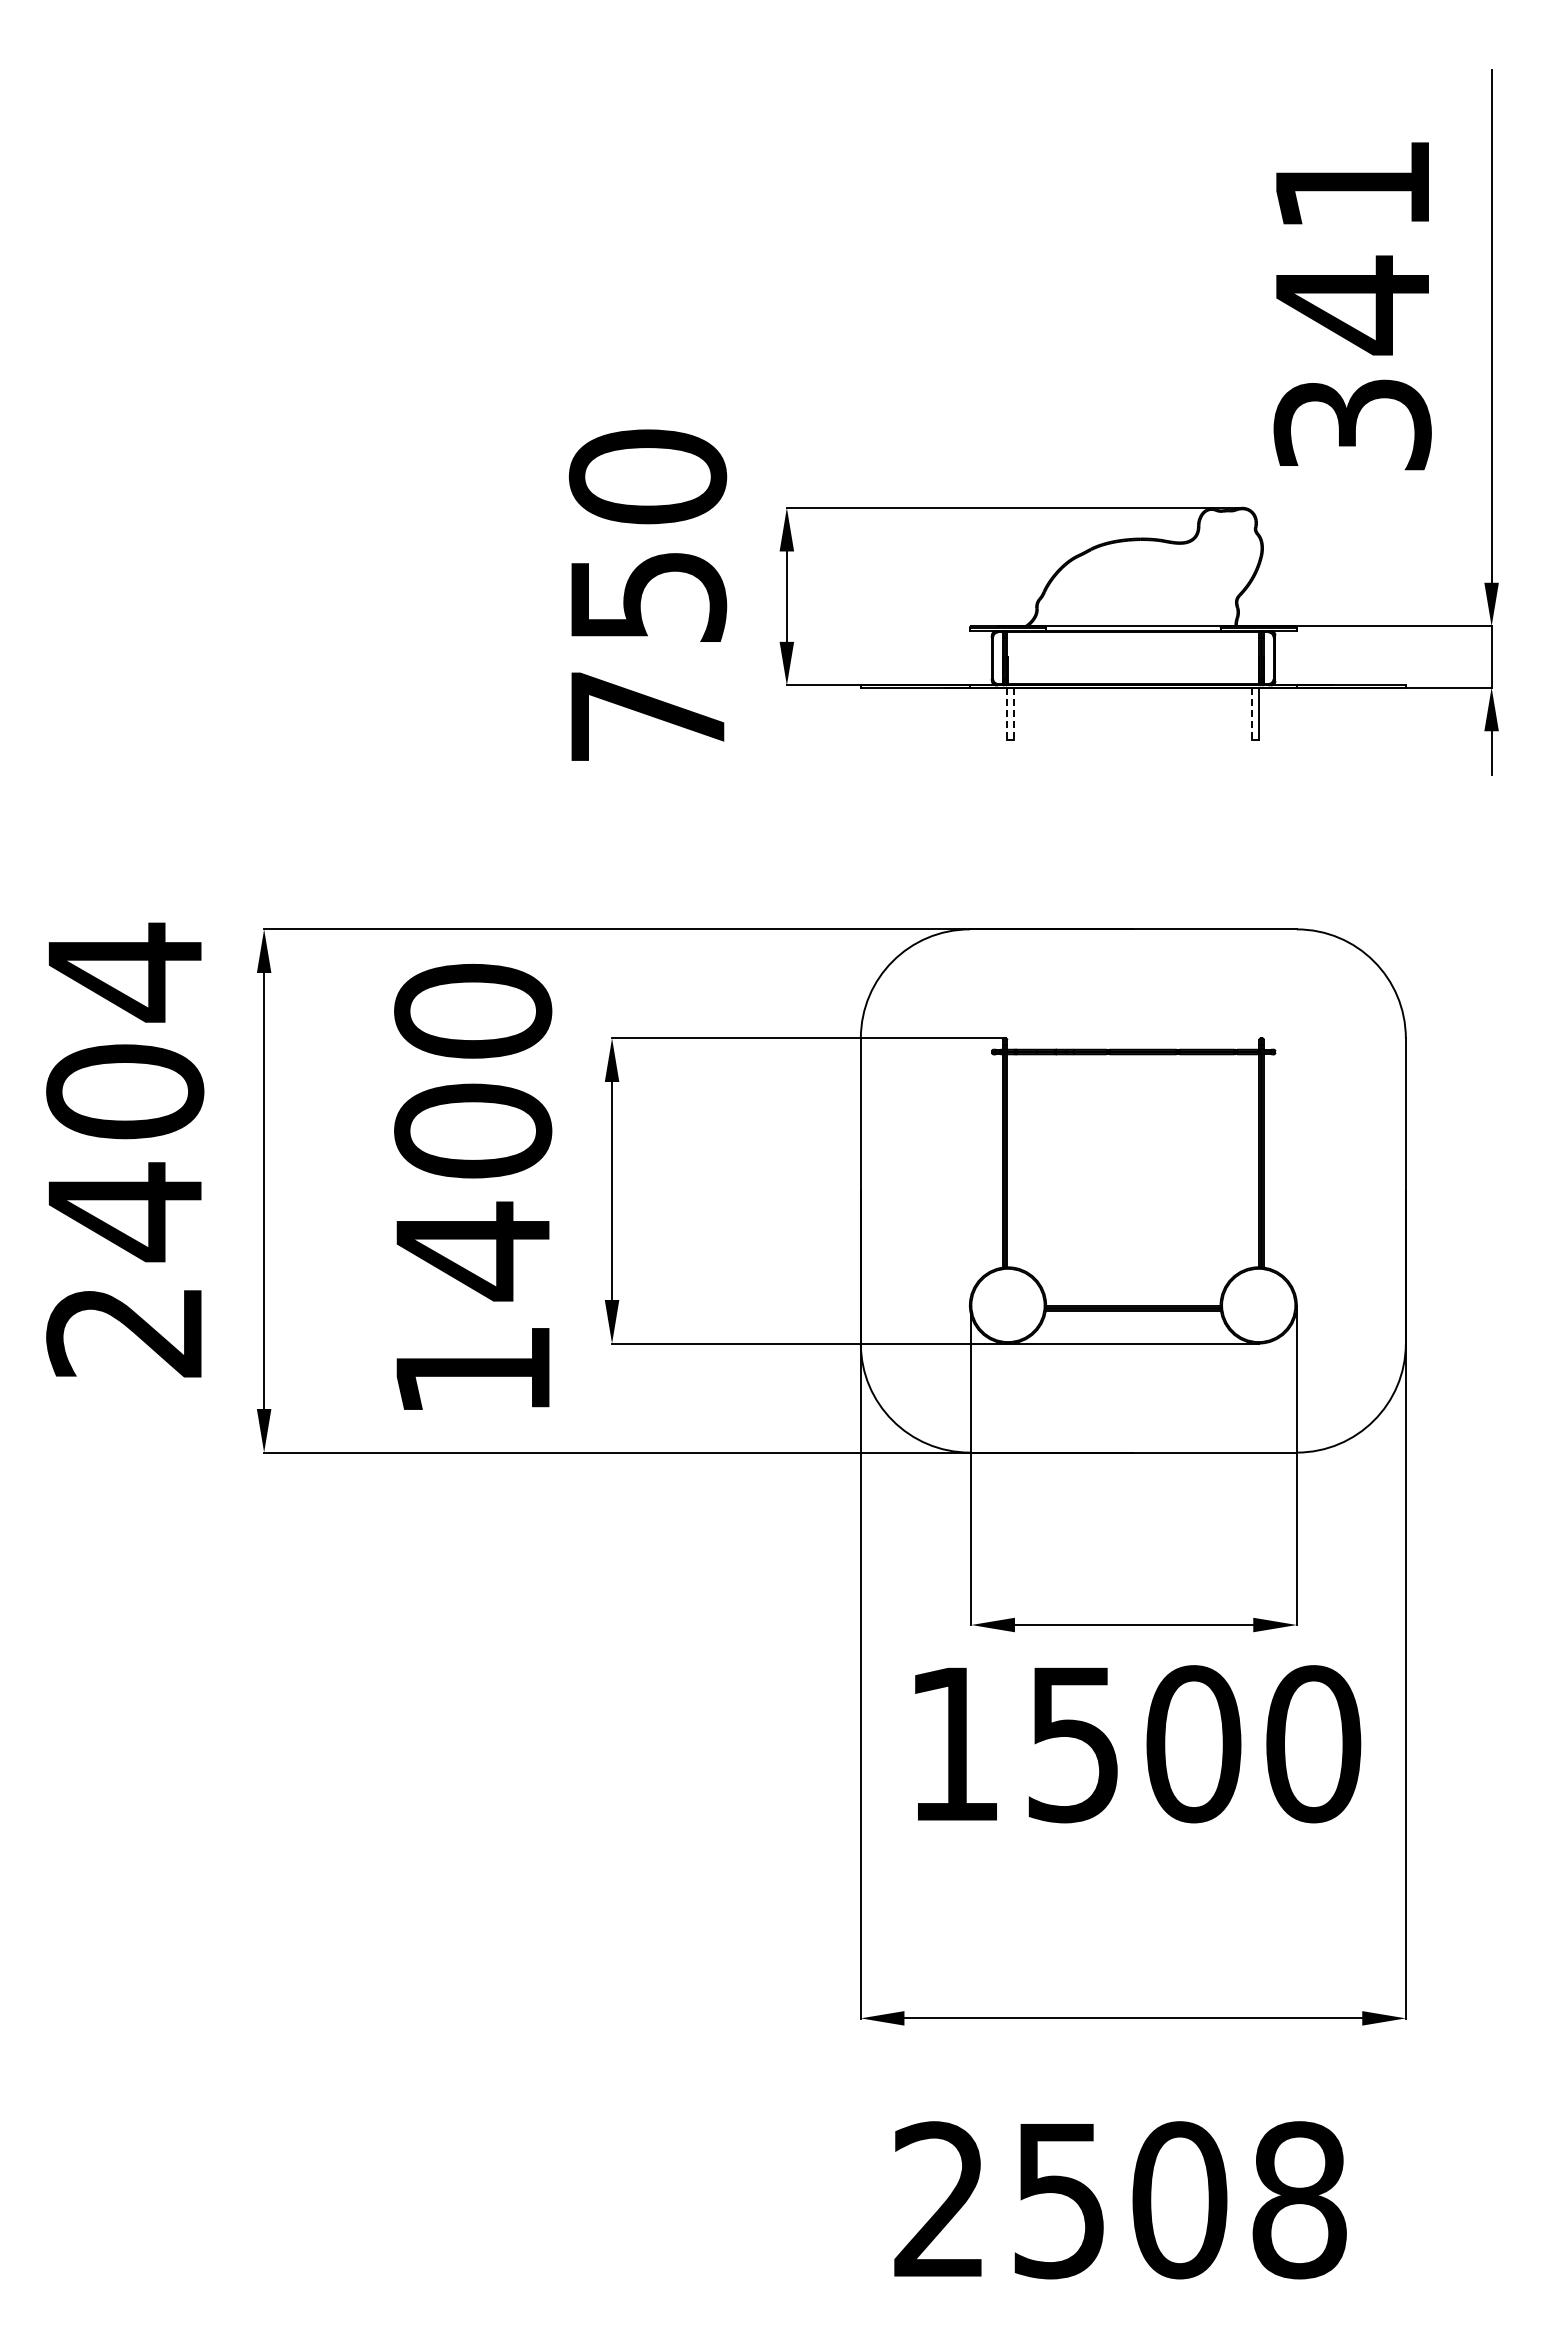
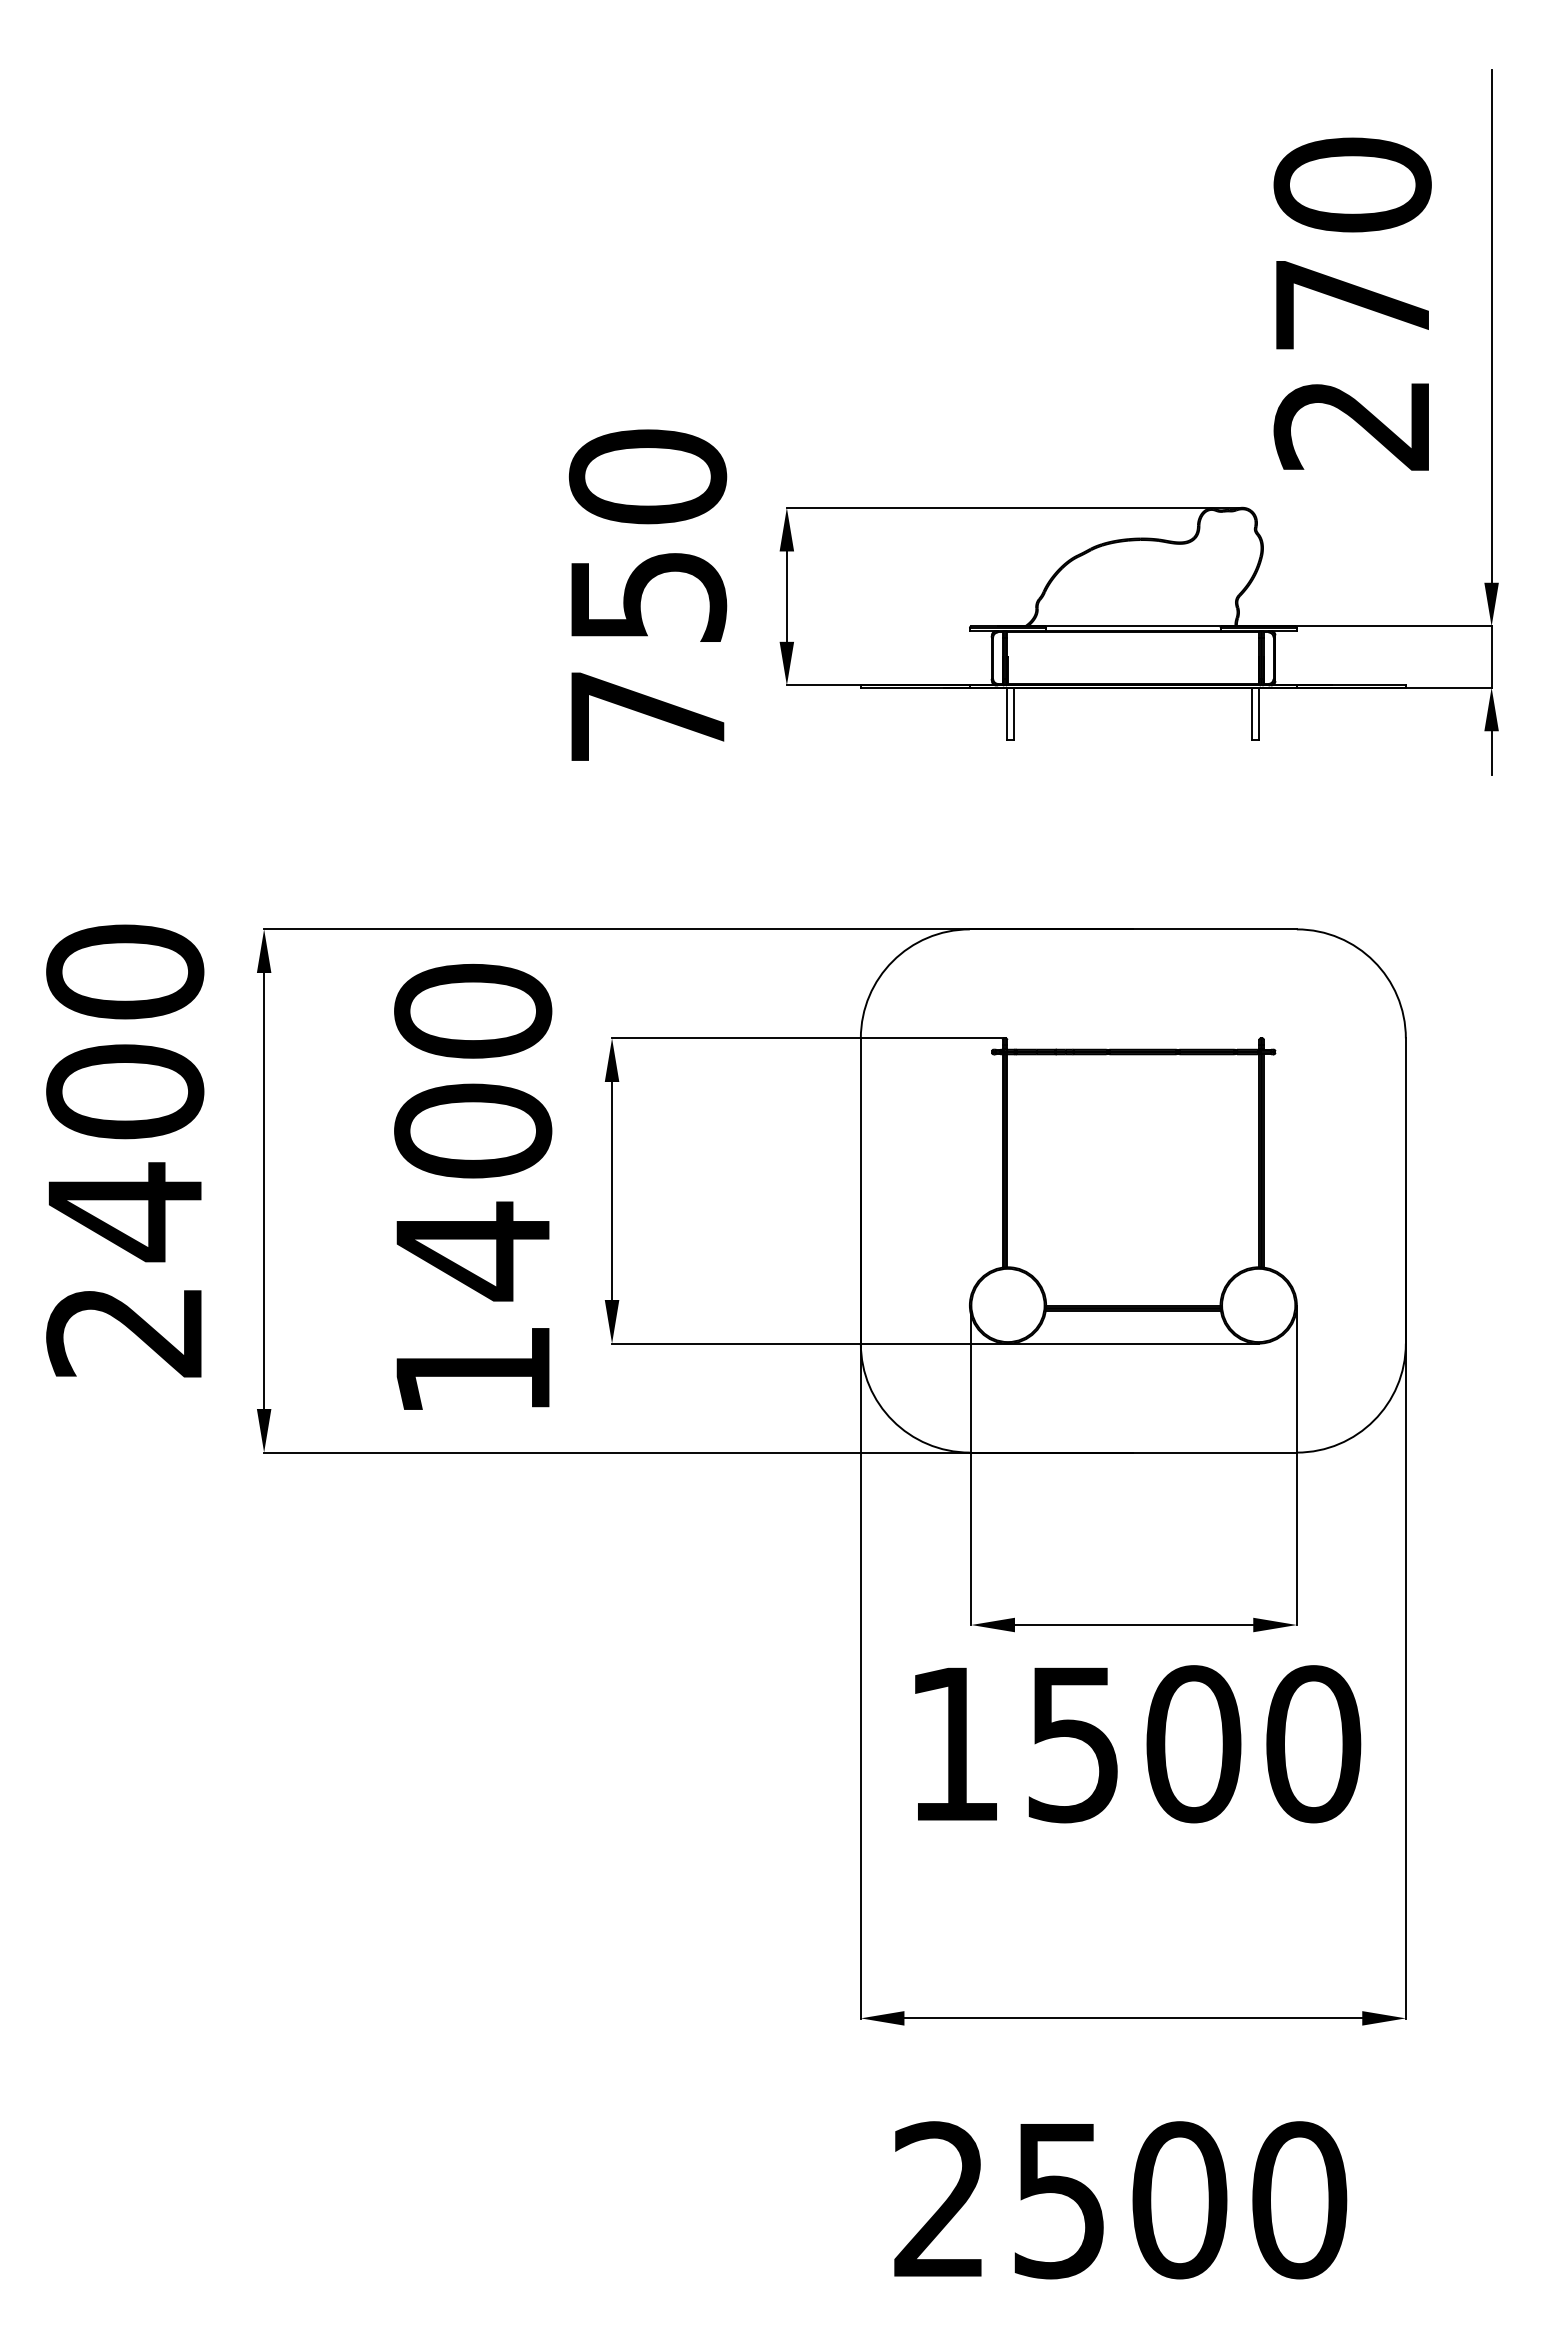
text at (1352, 303): 341 -> 270
line at (1007, 714): dashed -> solid
line at (1014, 714): dashed -> solid
line at (1252, 714): dashed -> solid
text at (125, 972): 2404 -> 2400
text at (1299, 2200): 2508 -> 2500
